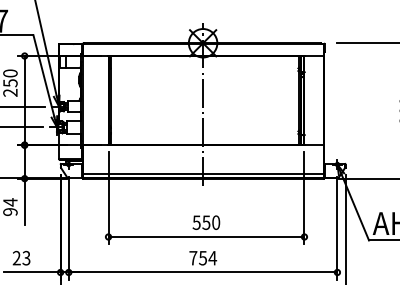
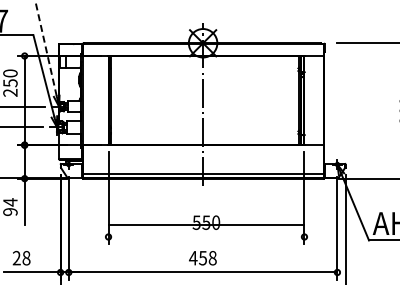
line at (45, 47): solid -> dashed
line at (206, 236) position: (206, 236) -> (206, 224)
text at (26, 258): 23 -> 28
text at (203, 258): 754 -> 458
